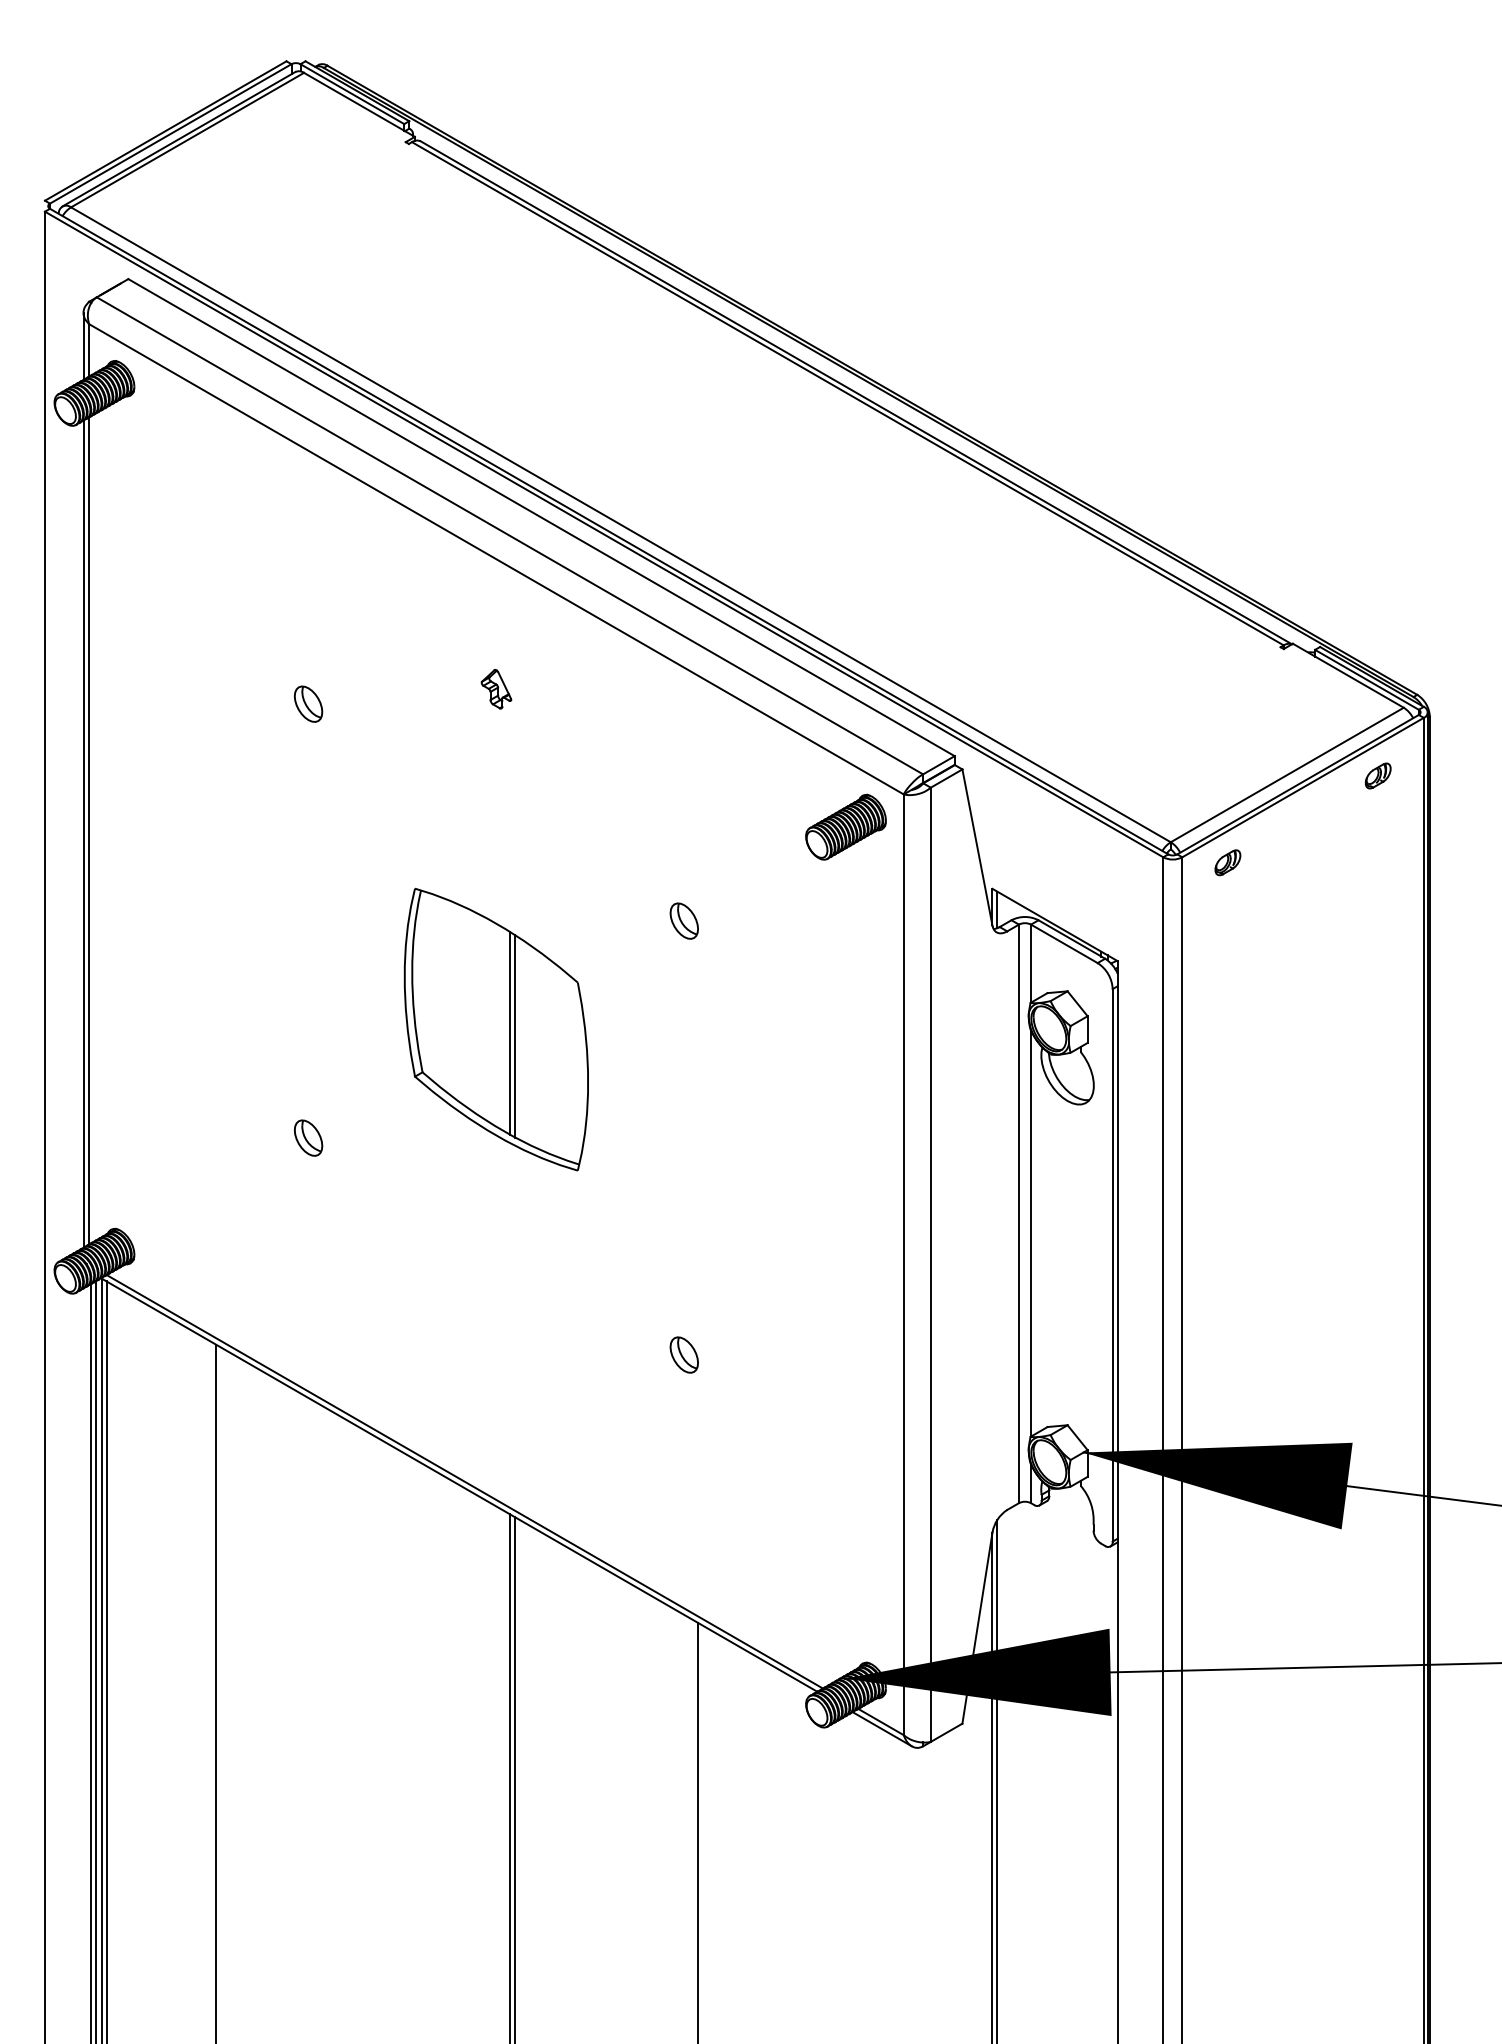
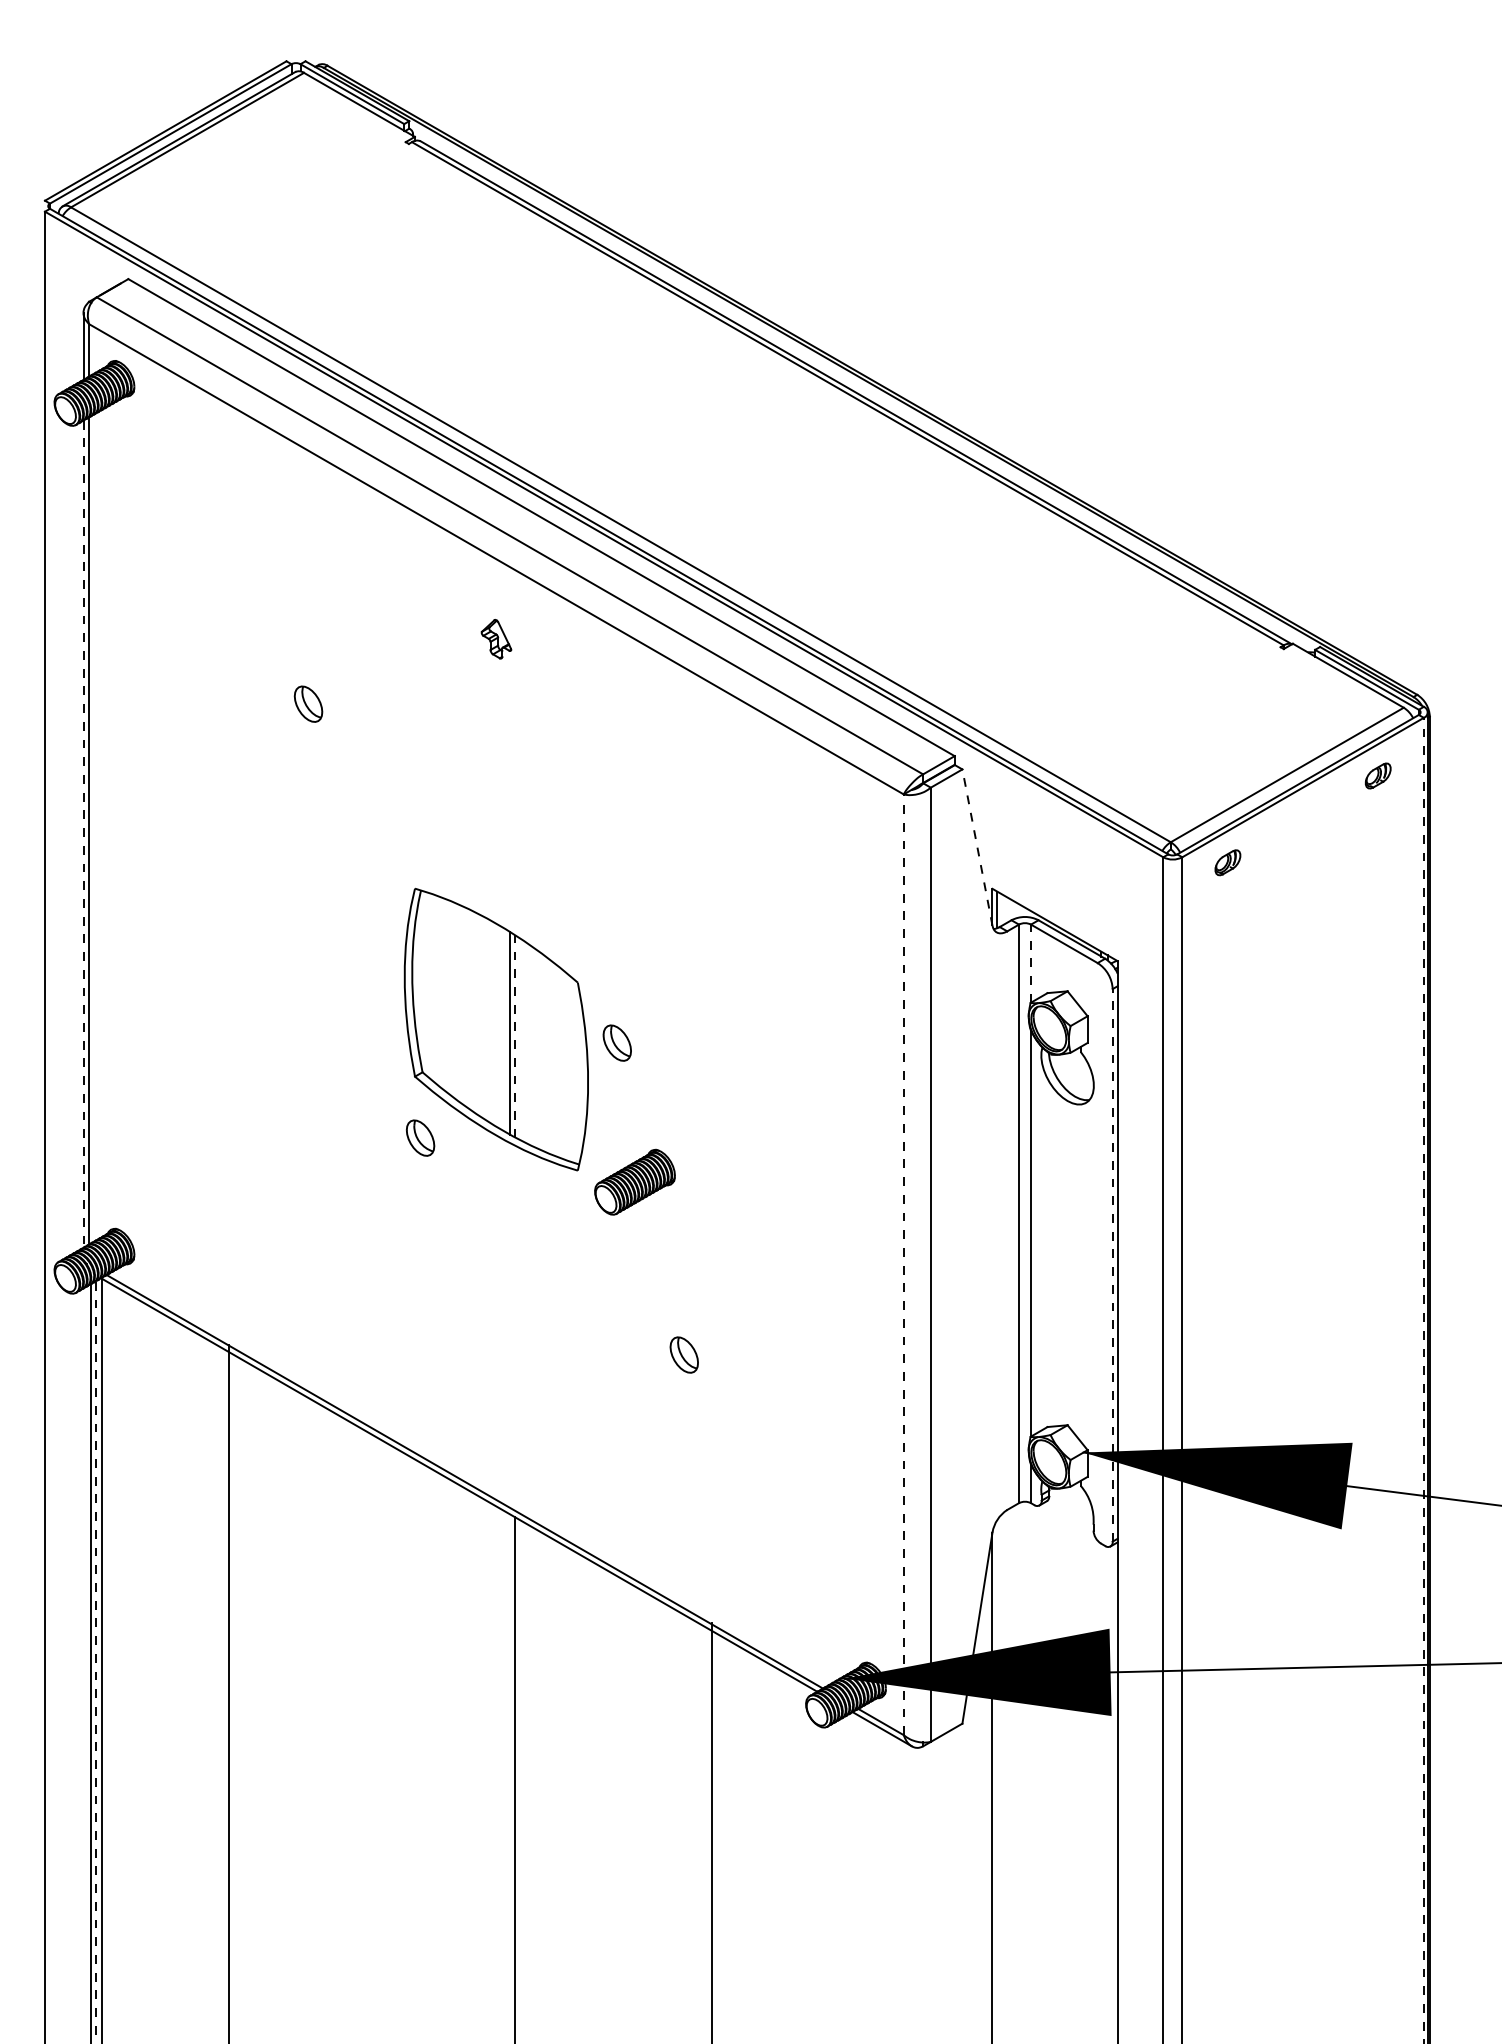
part at (496, 689) position: (496, 689) -> (496, 639)
part at (845, 826) position: (845, 826) -> (634, 1181)
line at (83, 834): solid -> dashed
line at (977, 847): solid -> dashed
part at (683, 920) position: (683, 920) -> (616, 1042)
line at (1031, 963): solid -> dashed
line at (515, 1035): solid -> dashed
part at (308, 1137) position: (308, 1137) -> (420, 1137)
line at (903, 1264): solid -> dashed
line at (1112, 1264): solid -> dashed
line at (1423, 1380): solid -> dashed
line at (106, 1660): present -> none
line at (95, 1662): solid -> dashed
line at (215, 1692) position: (215, 1692) -> (228, 1692)
line at (510, 1777): present -> none
line at (997, 1779): present -> none
line at (698, 1831) position: (698, 1831) -> (712, 1831)
